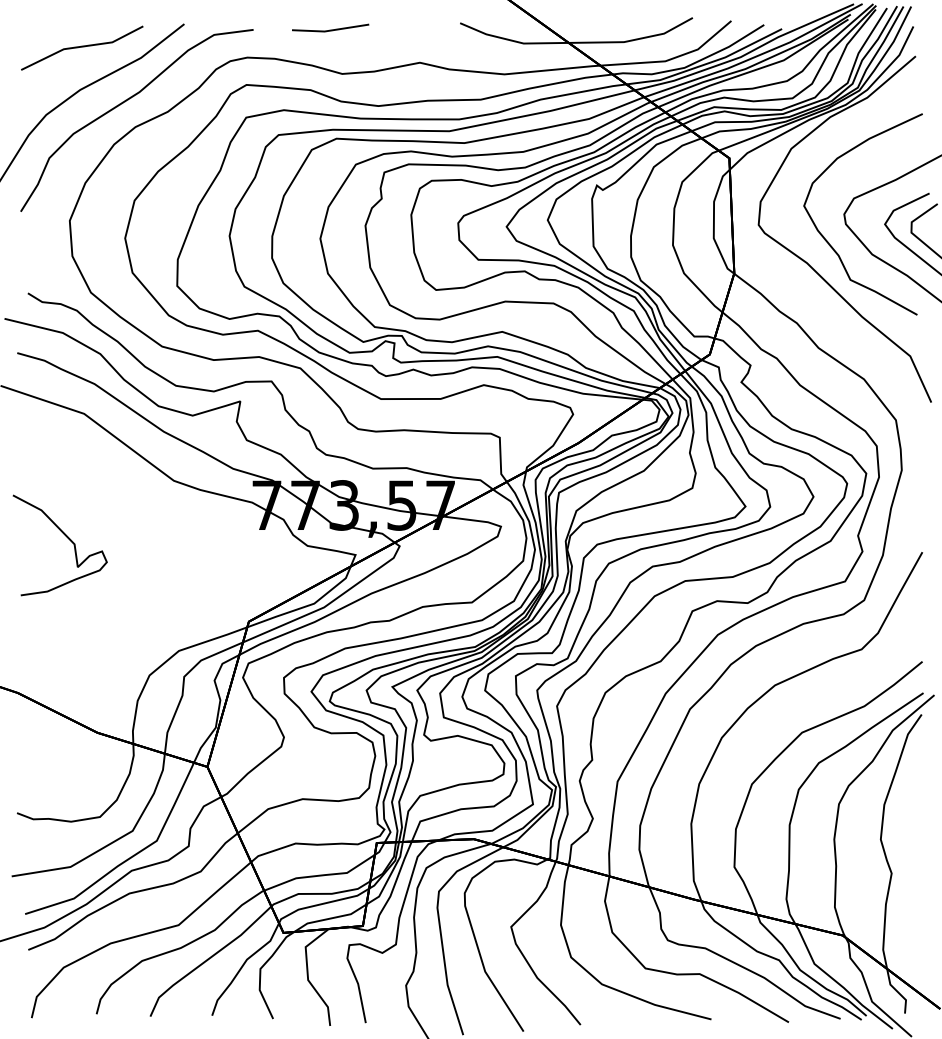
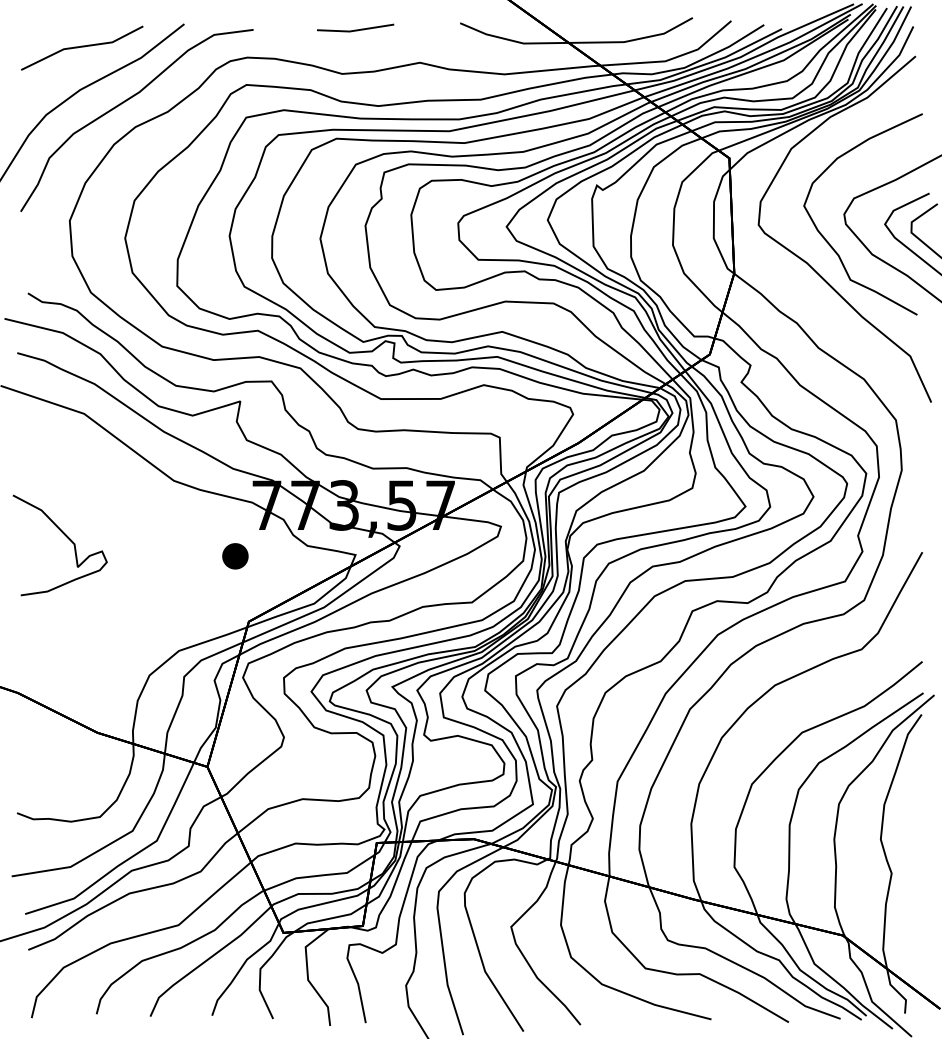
line at (330, 29) position: (330, 29) -> (355, 29)
part at (235, 556): none -> present
